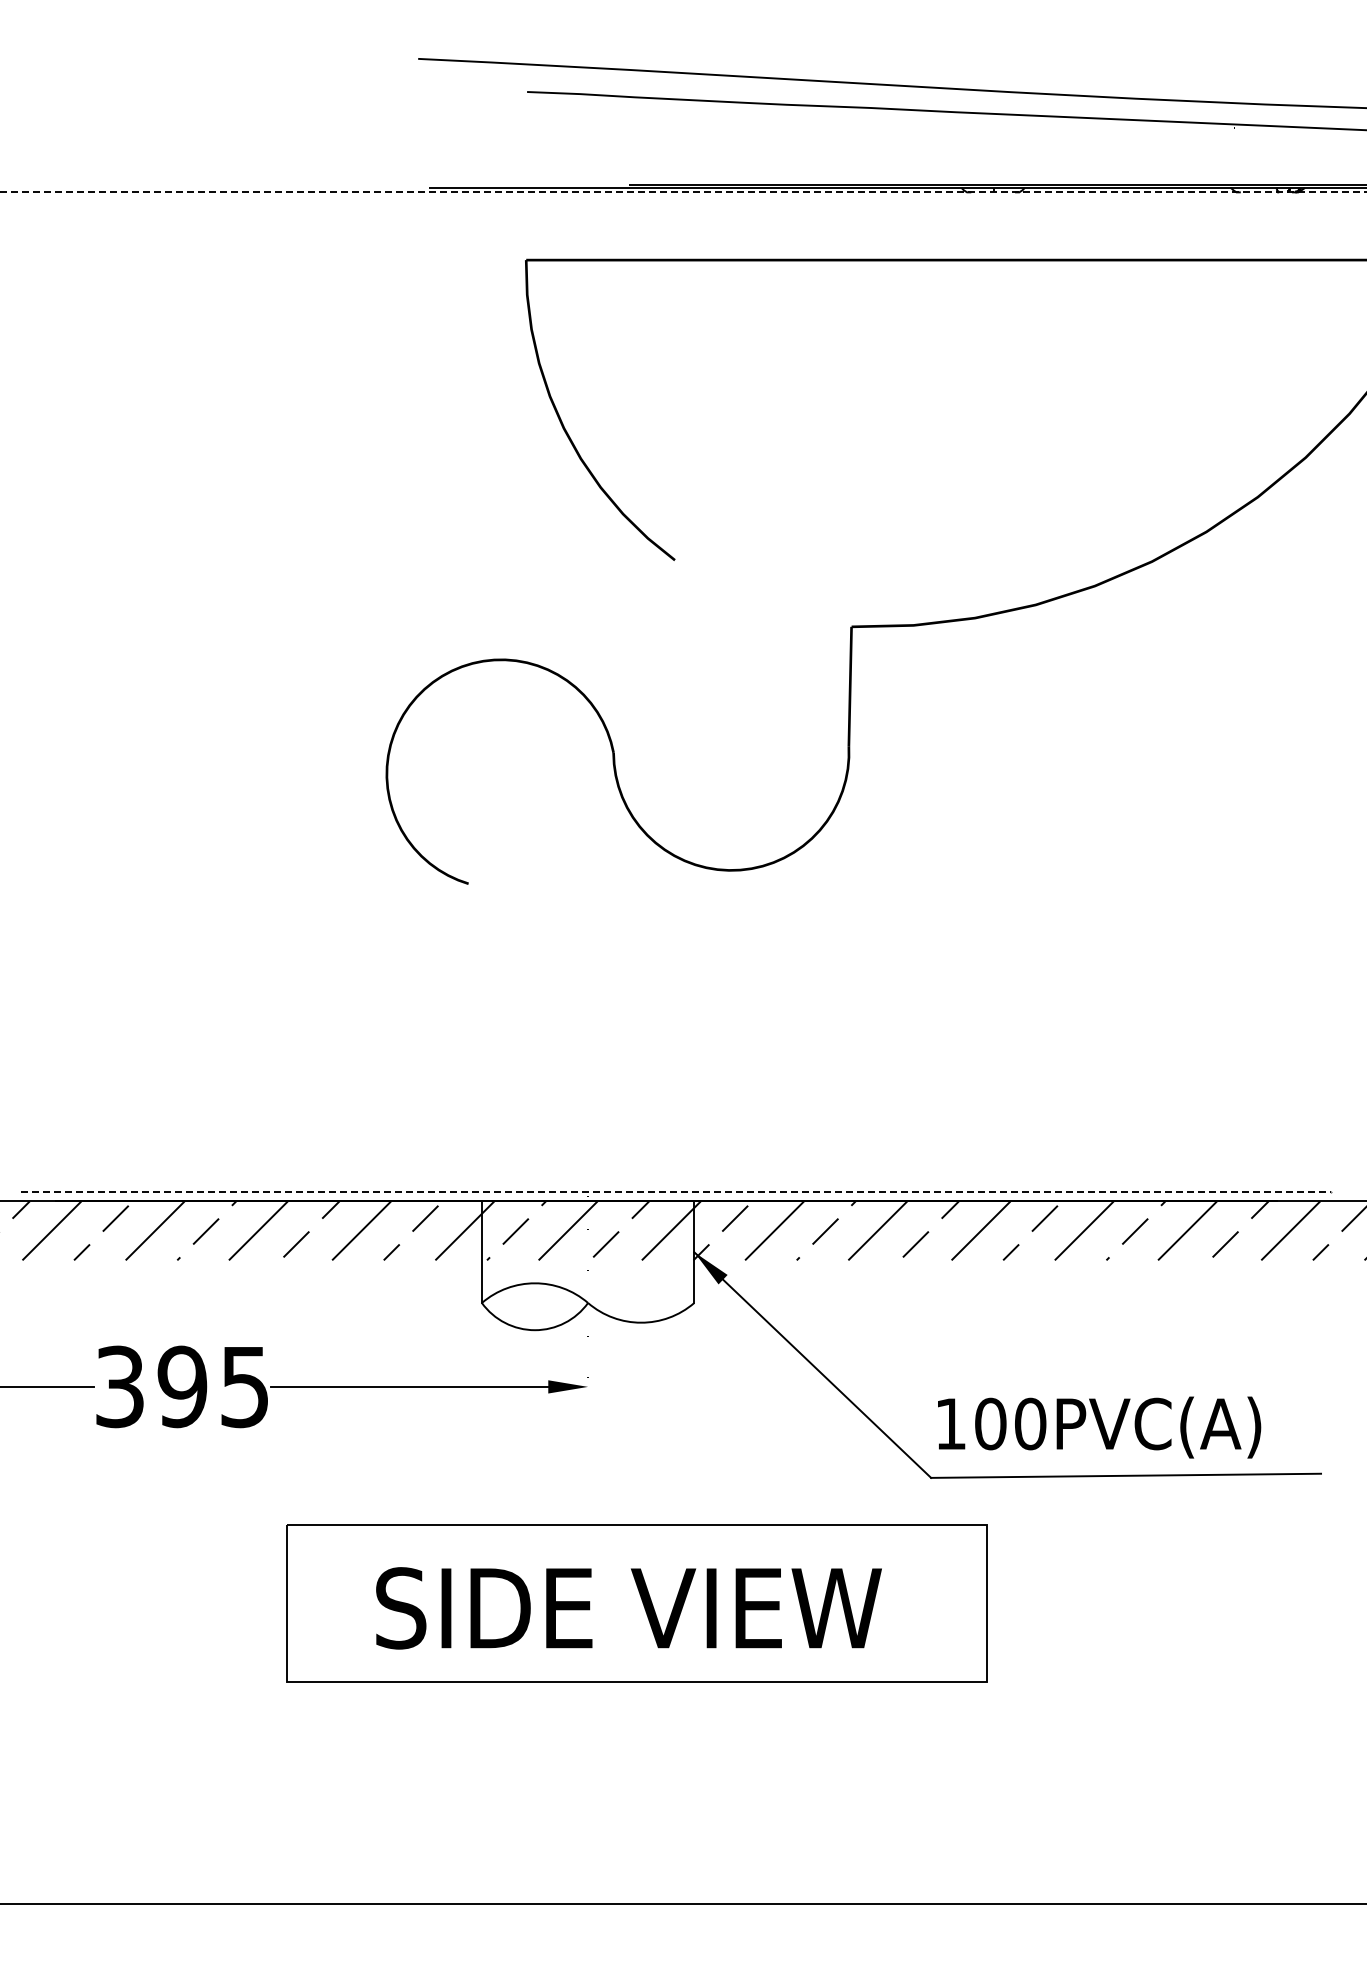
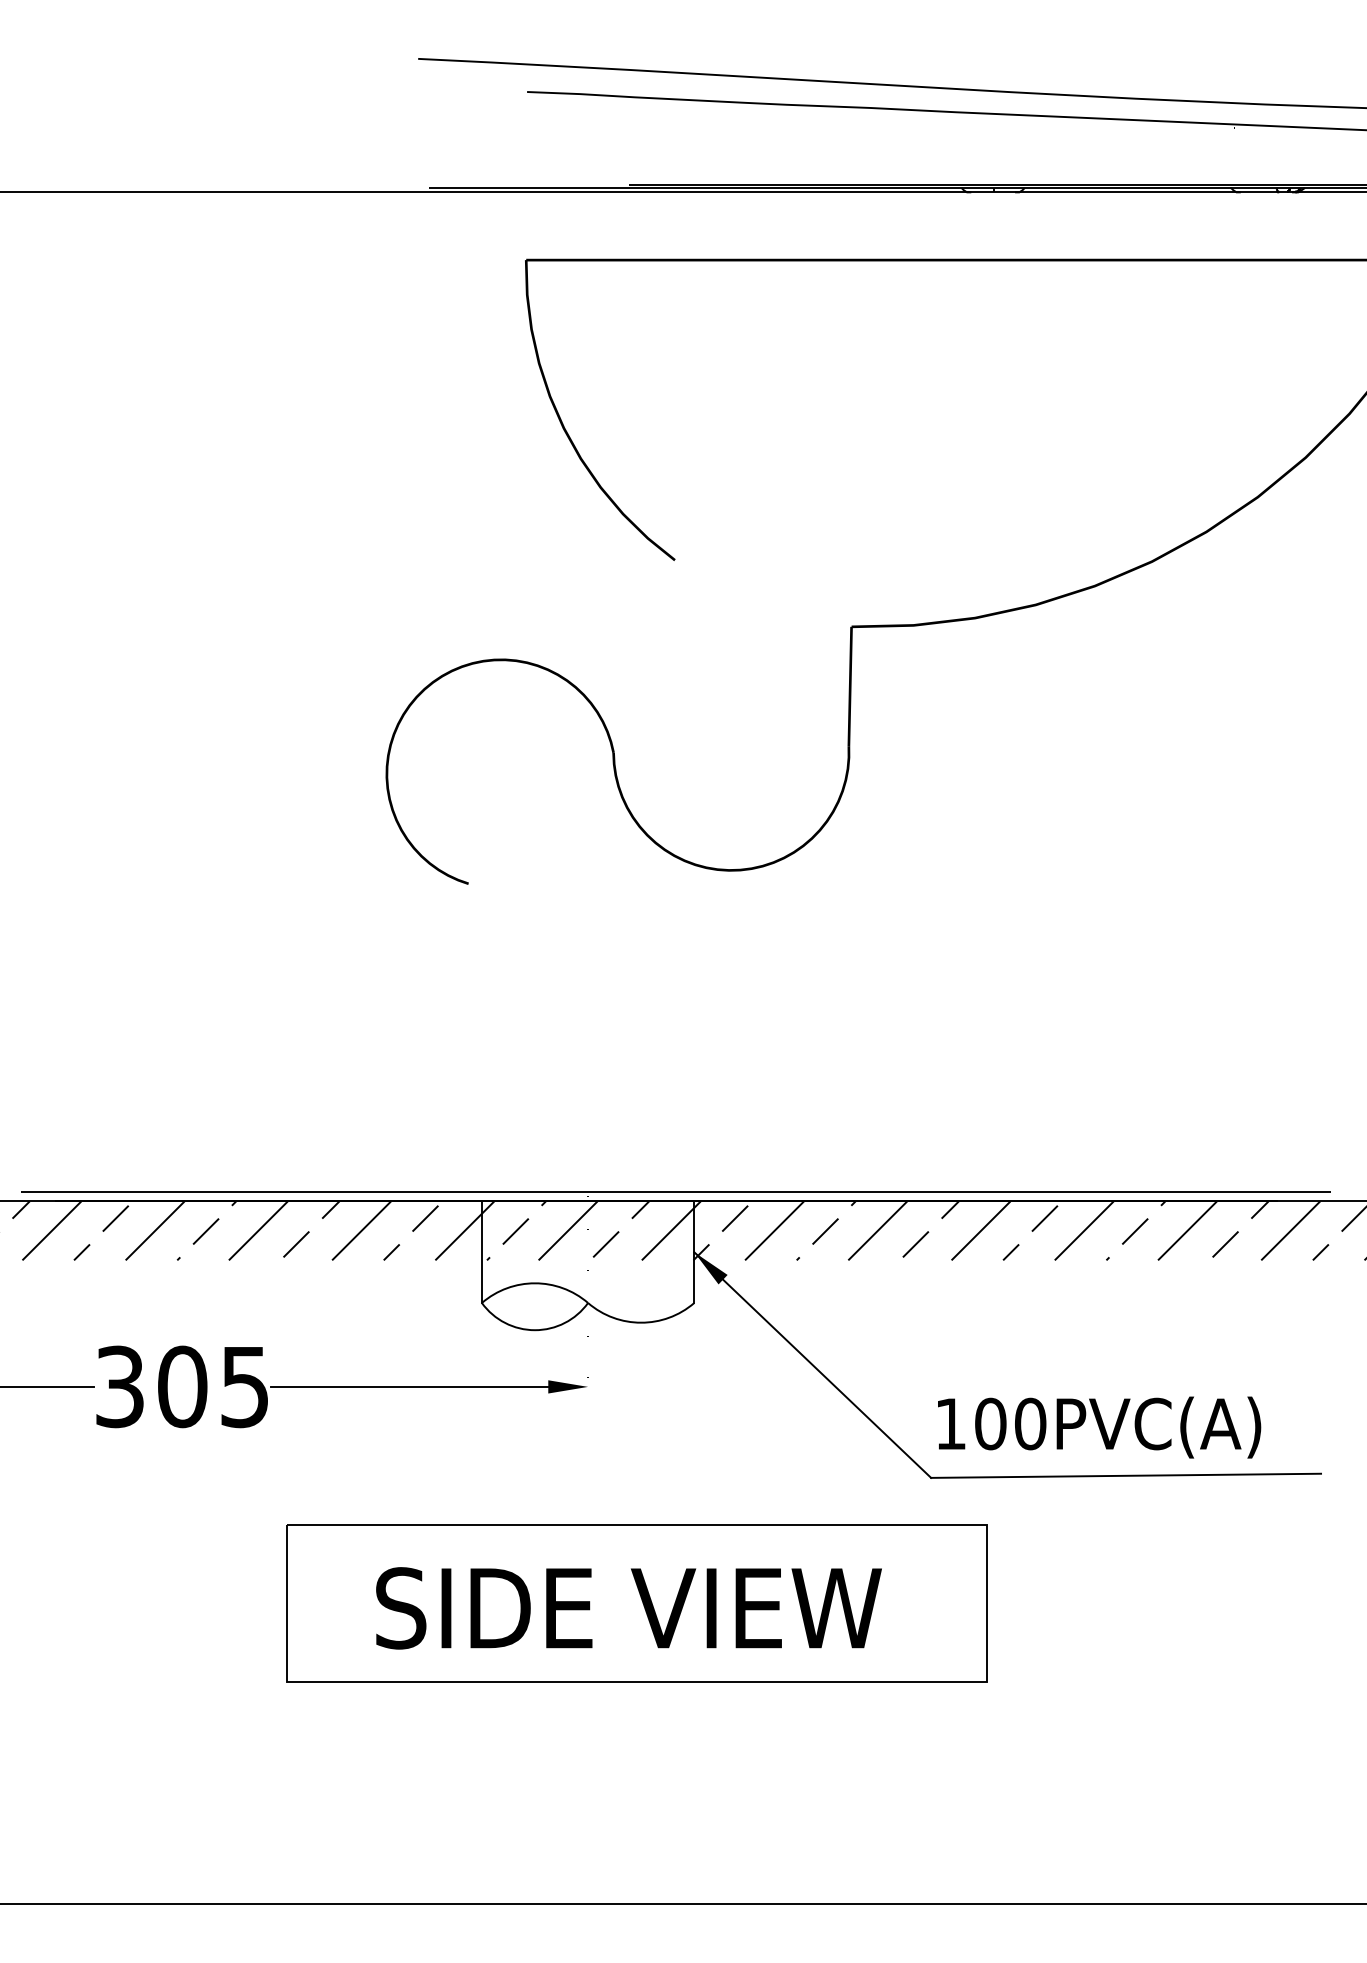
line at (683, 192): dashed -> solid
line at (676, 1191): dashed -> solid
text at (182, 1386): 395 -> 305
